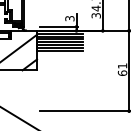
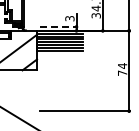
line at (59, 26): solid -> dashed
text at (122, 69): 61 -> 74
